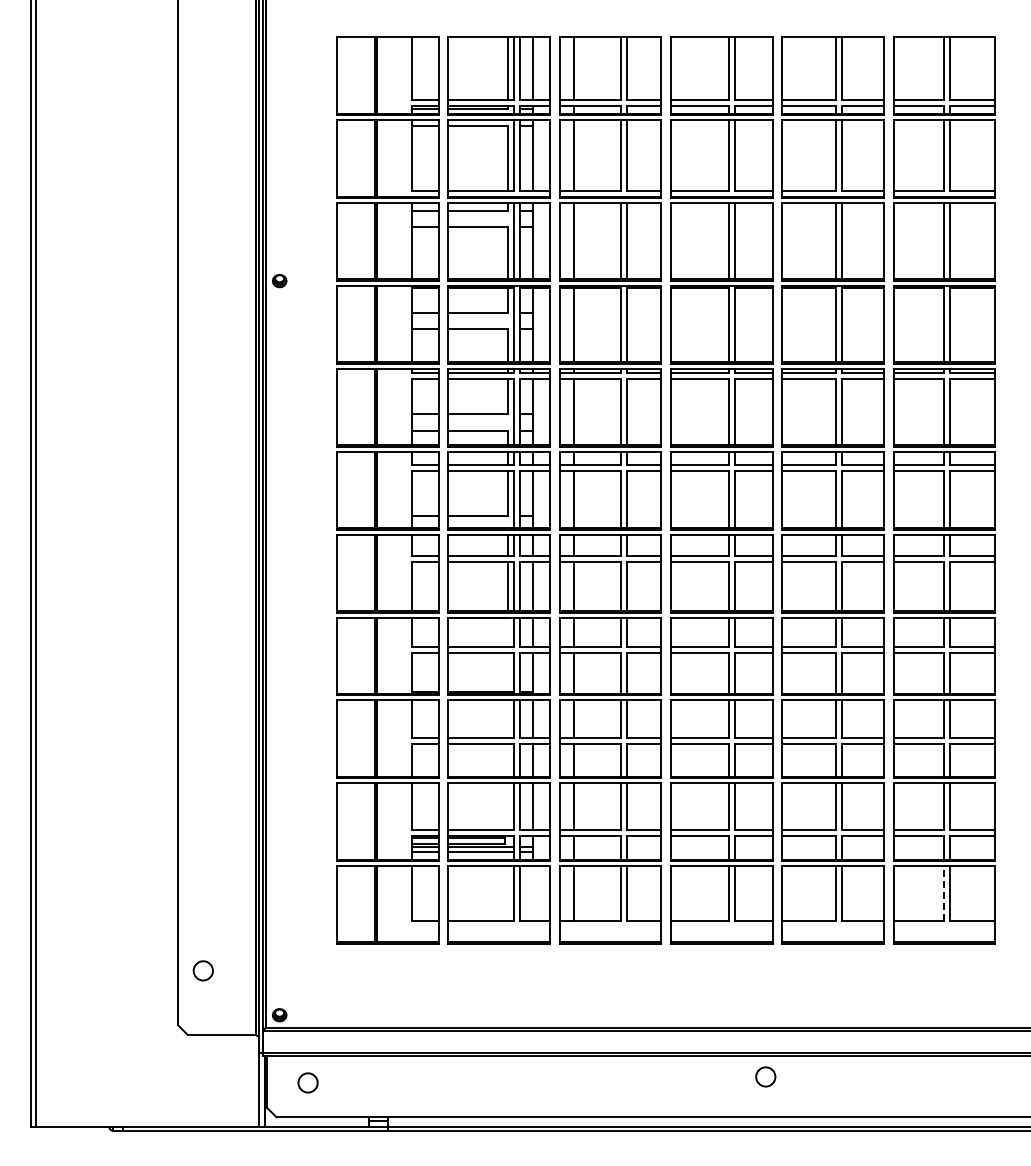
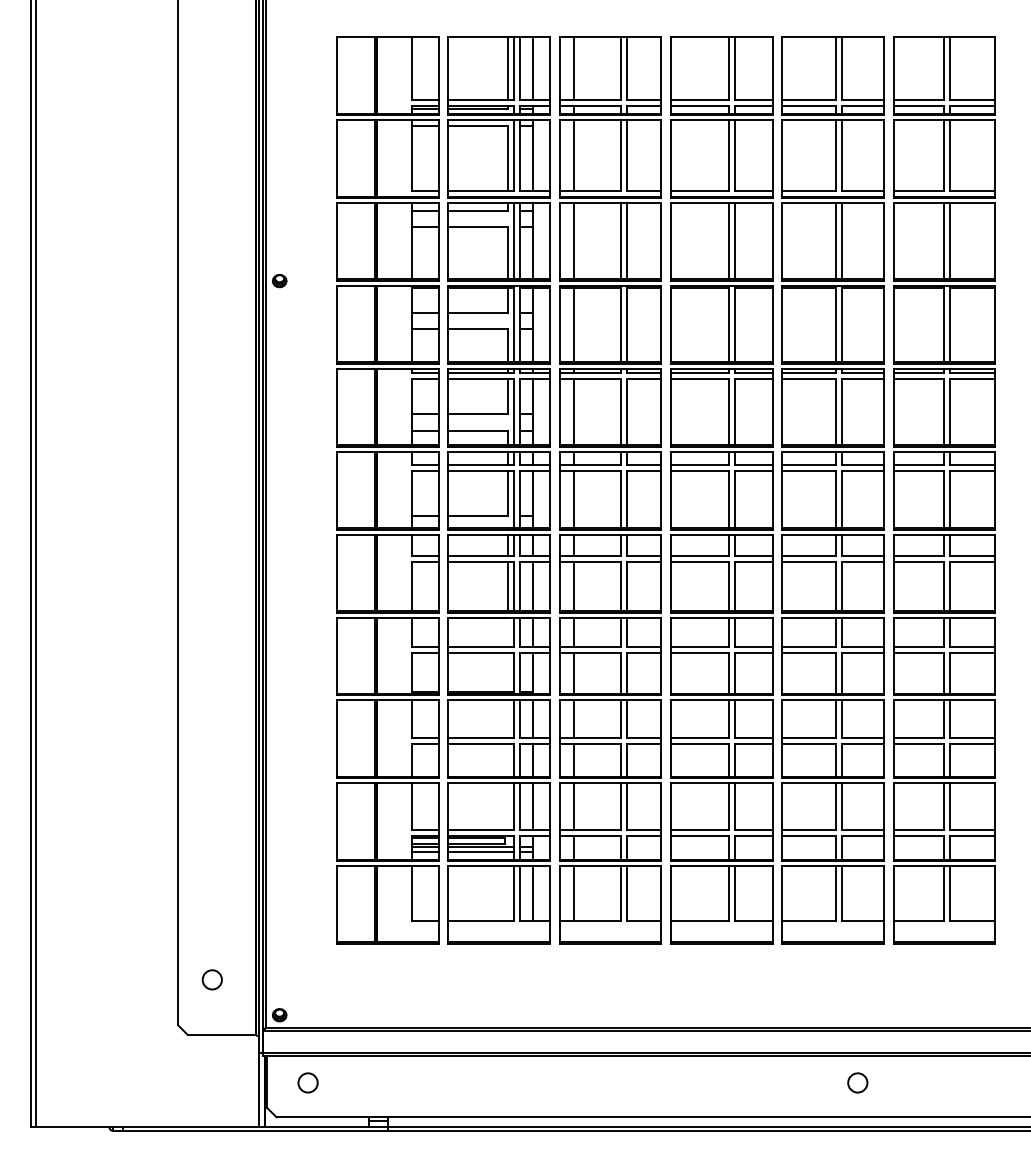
line at (532, 893): none -> present
line at (943, 893): dashed -> solid
circle at (202, 970) position: (202, 970) -> (211, 979)
circle at (765, 1076) position: (765, 1076) -> (857, 1082)
